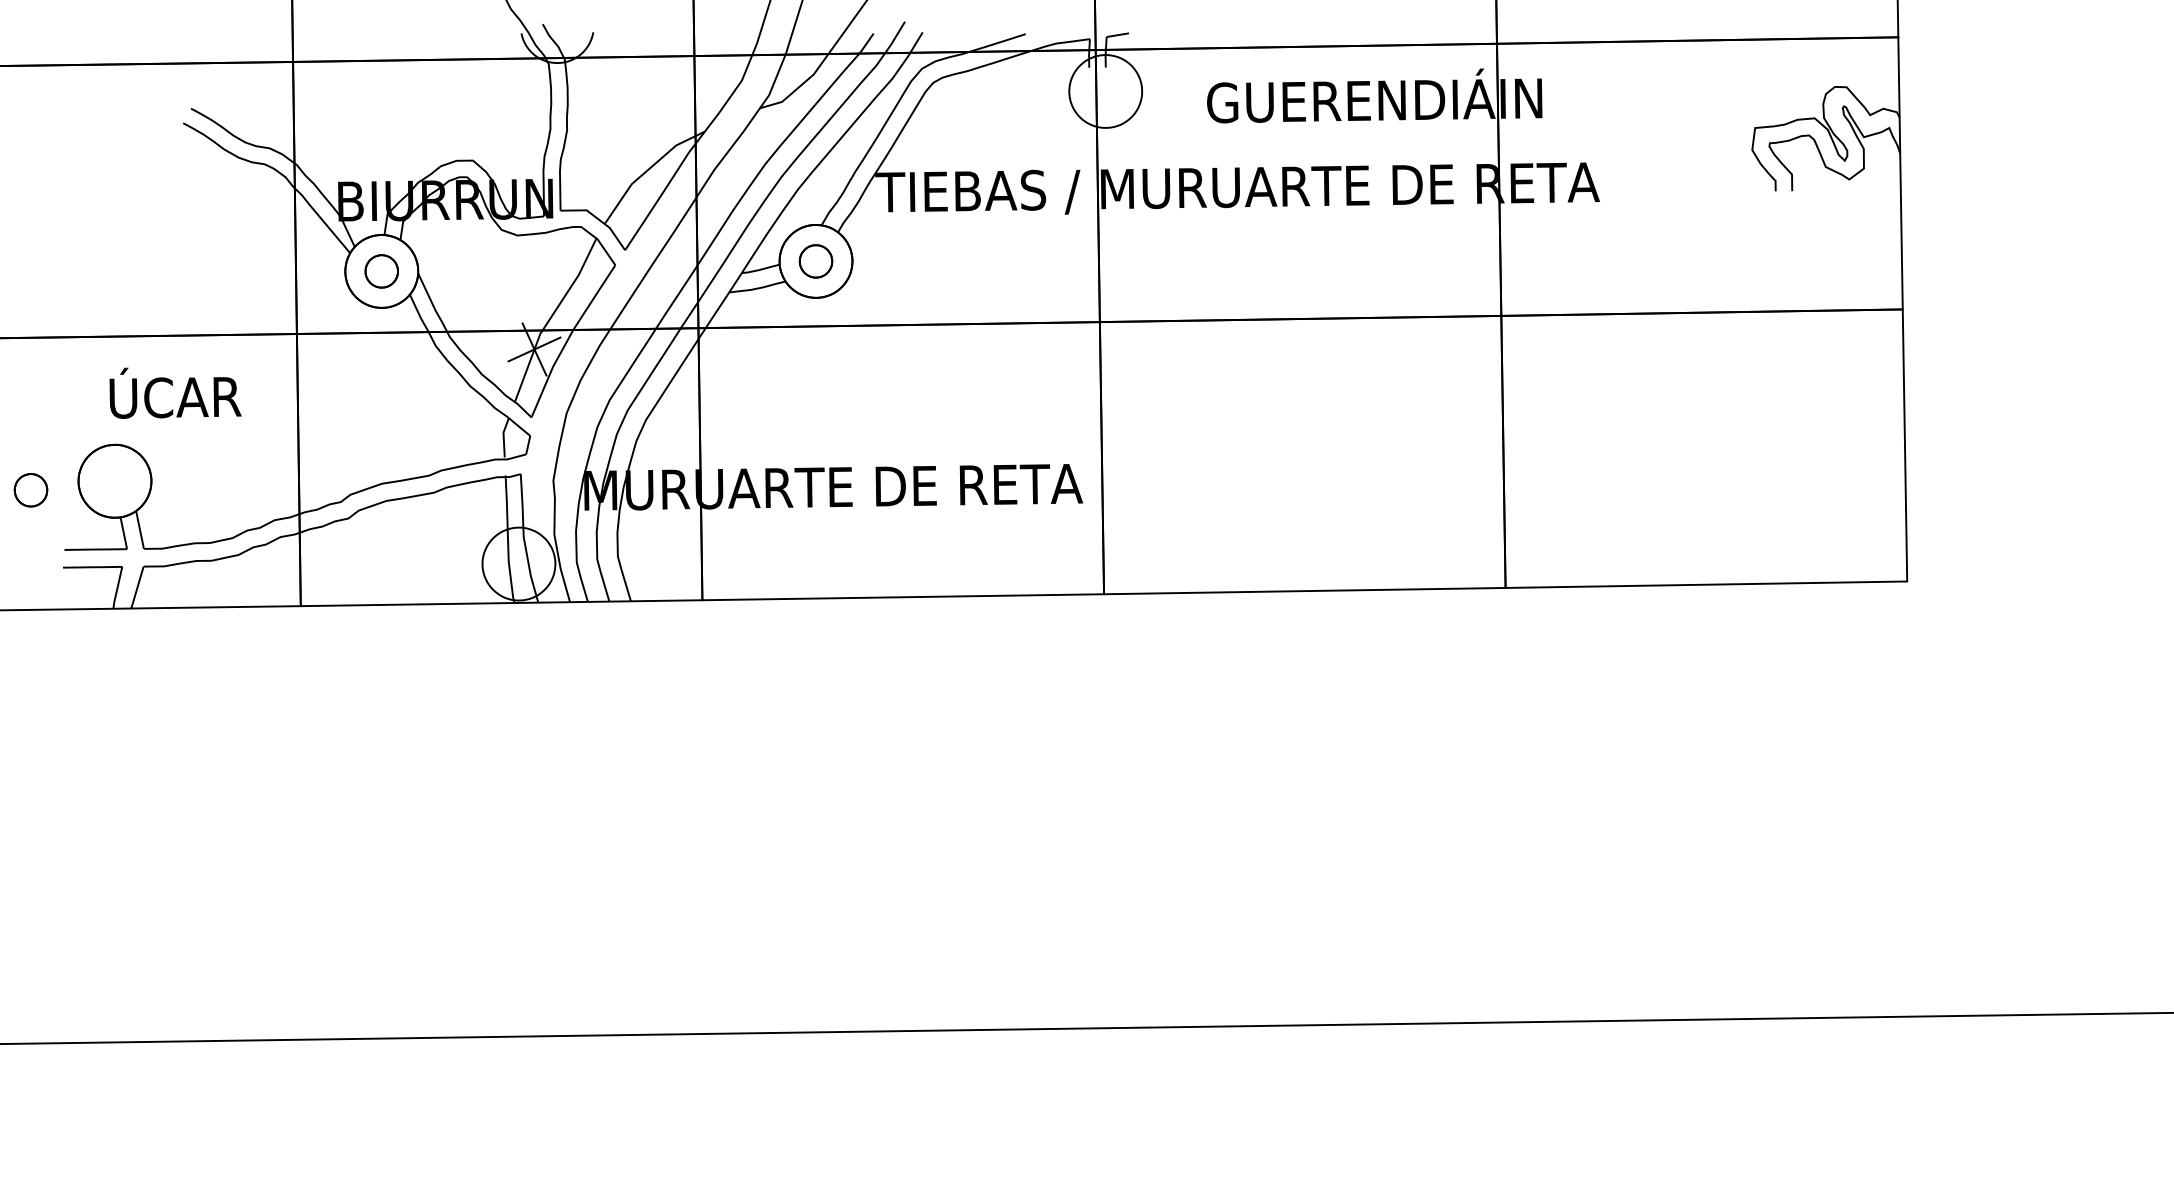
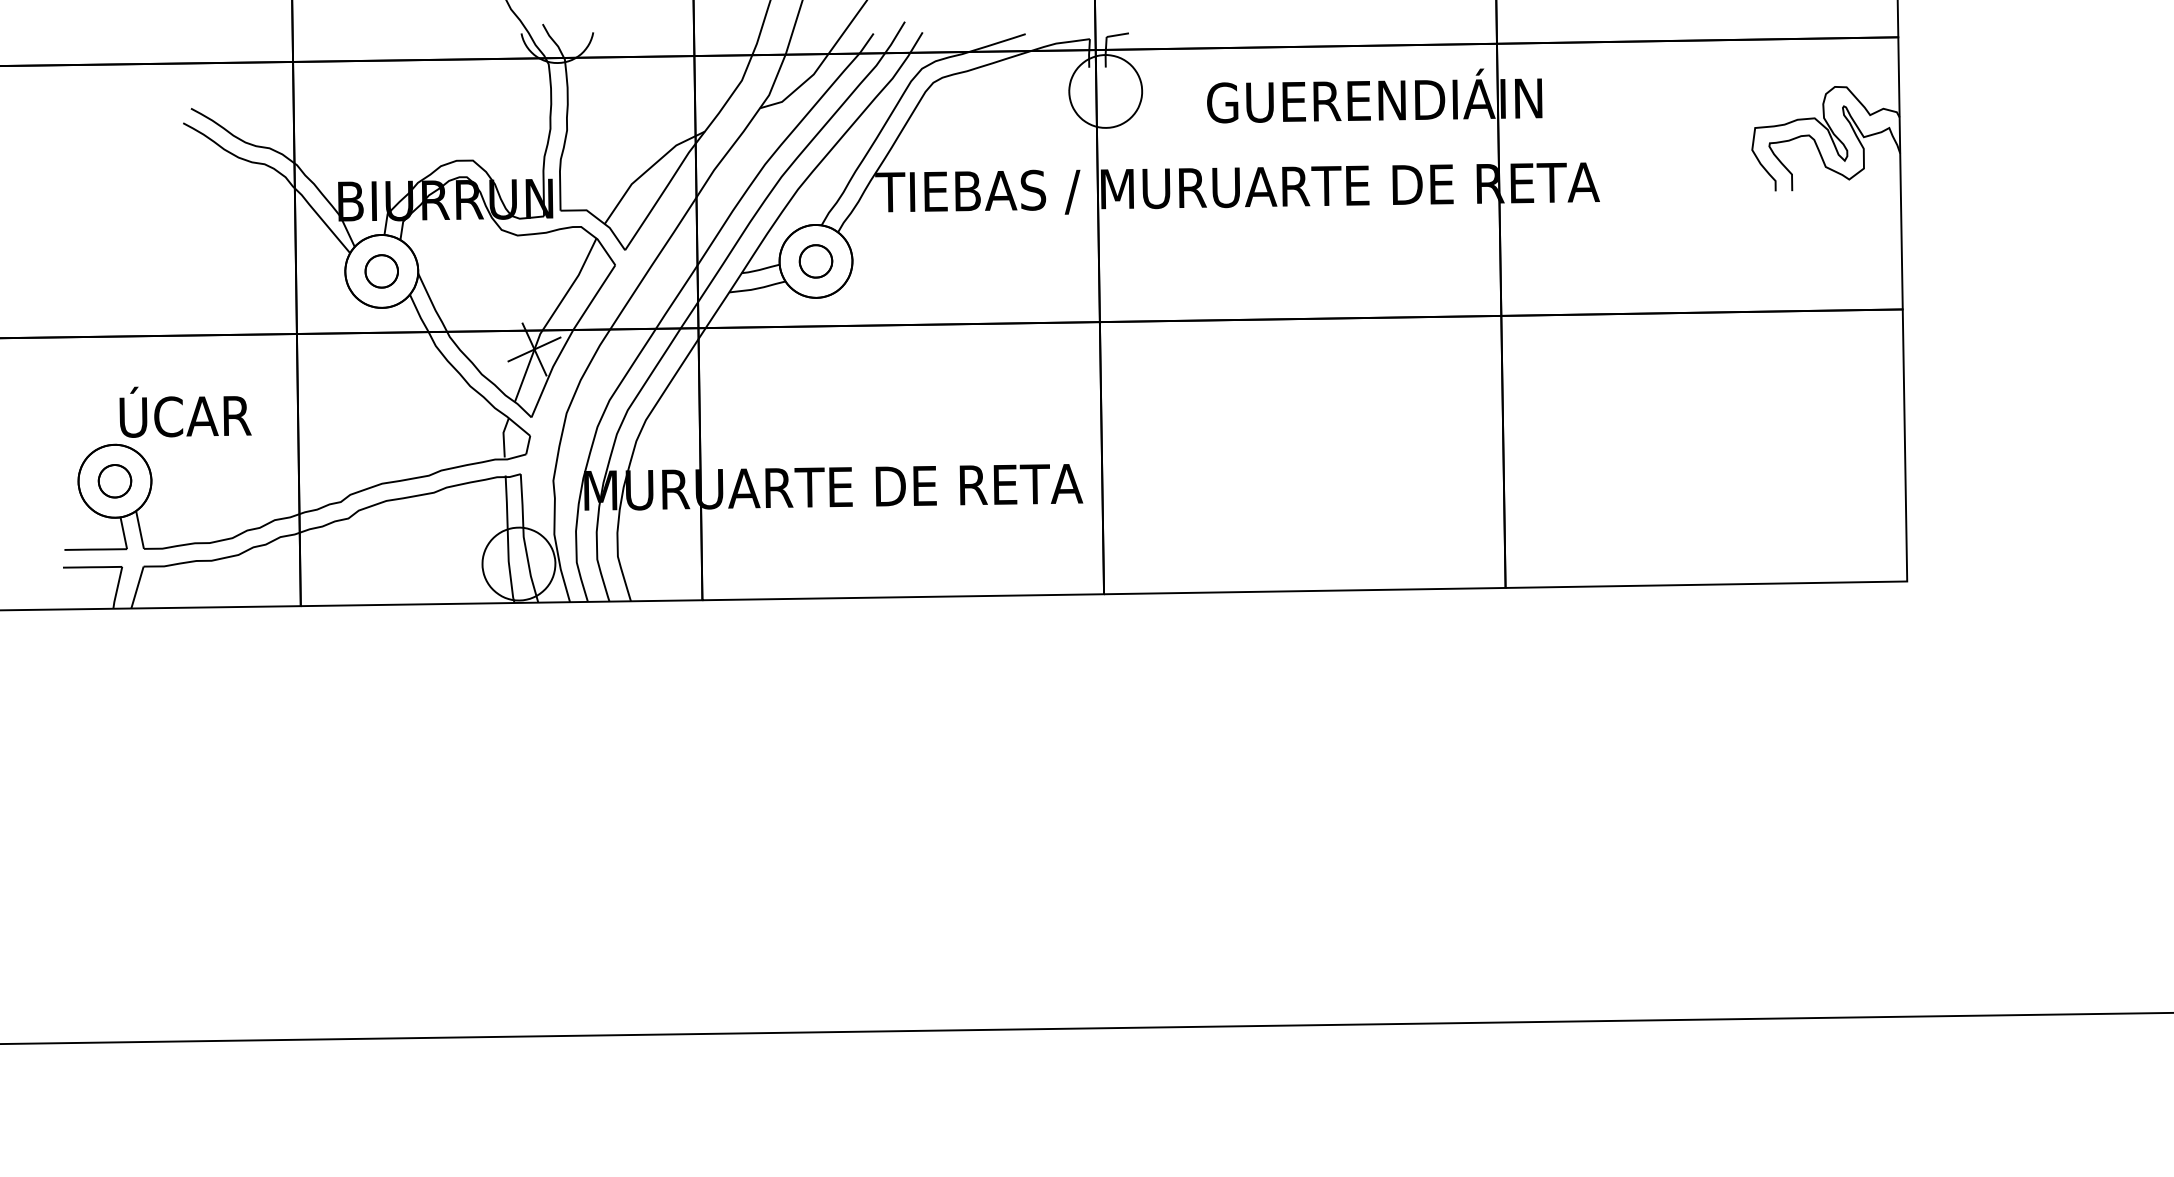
text at (175, 392) position: (175, 392) -> (185, 411)
part at (30, 490) position: (30, 490) -> (114, 481)
